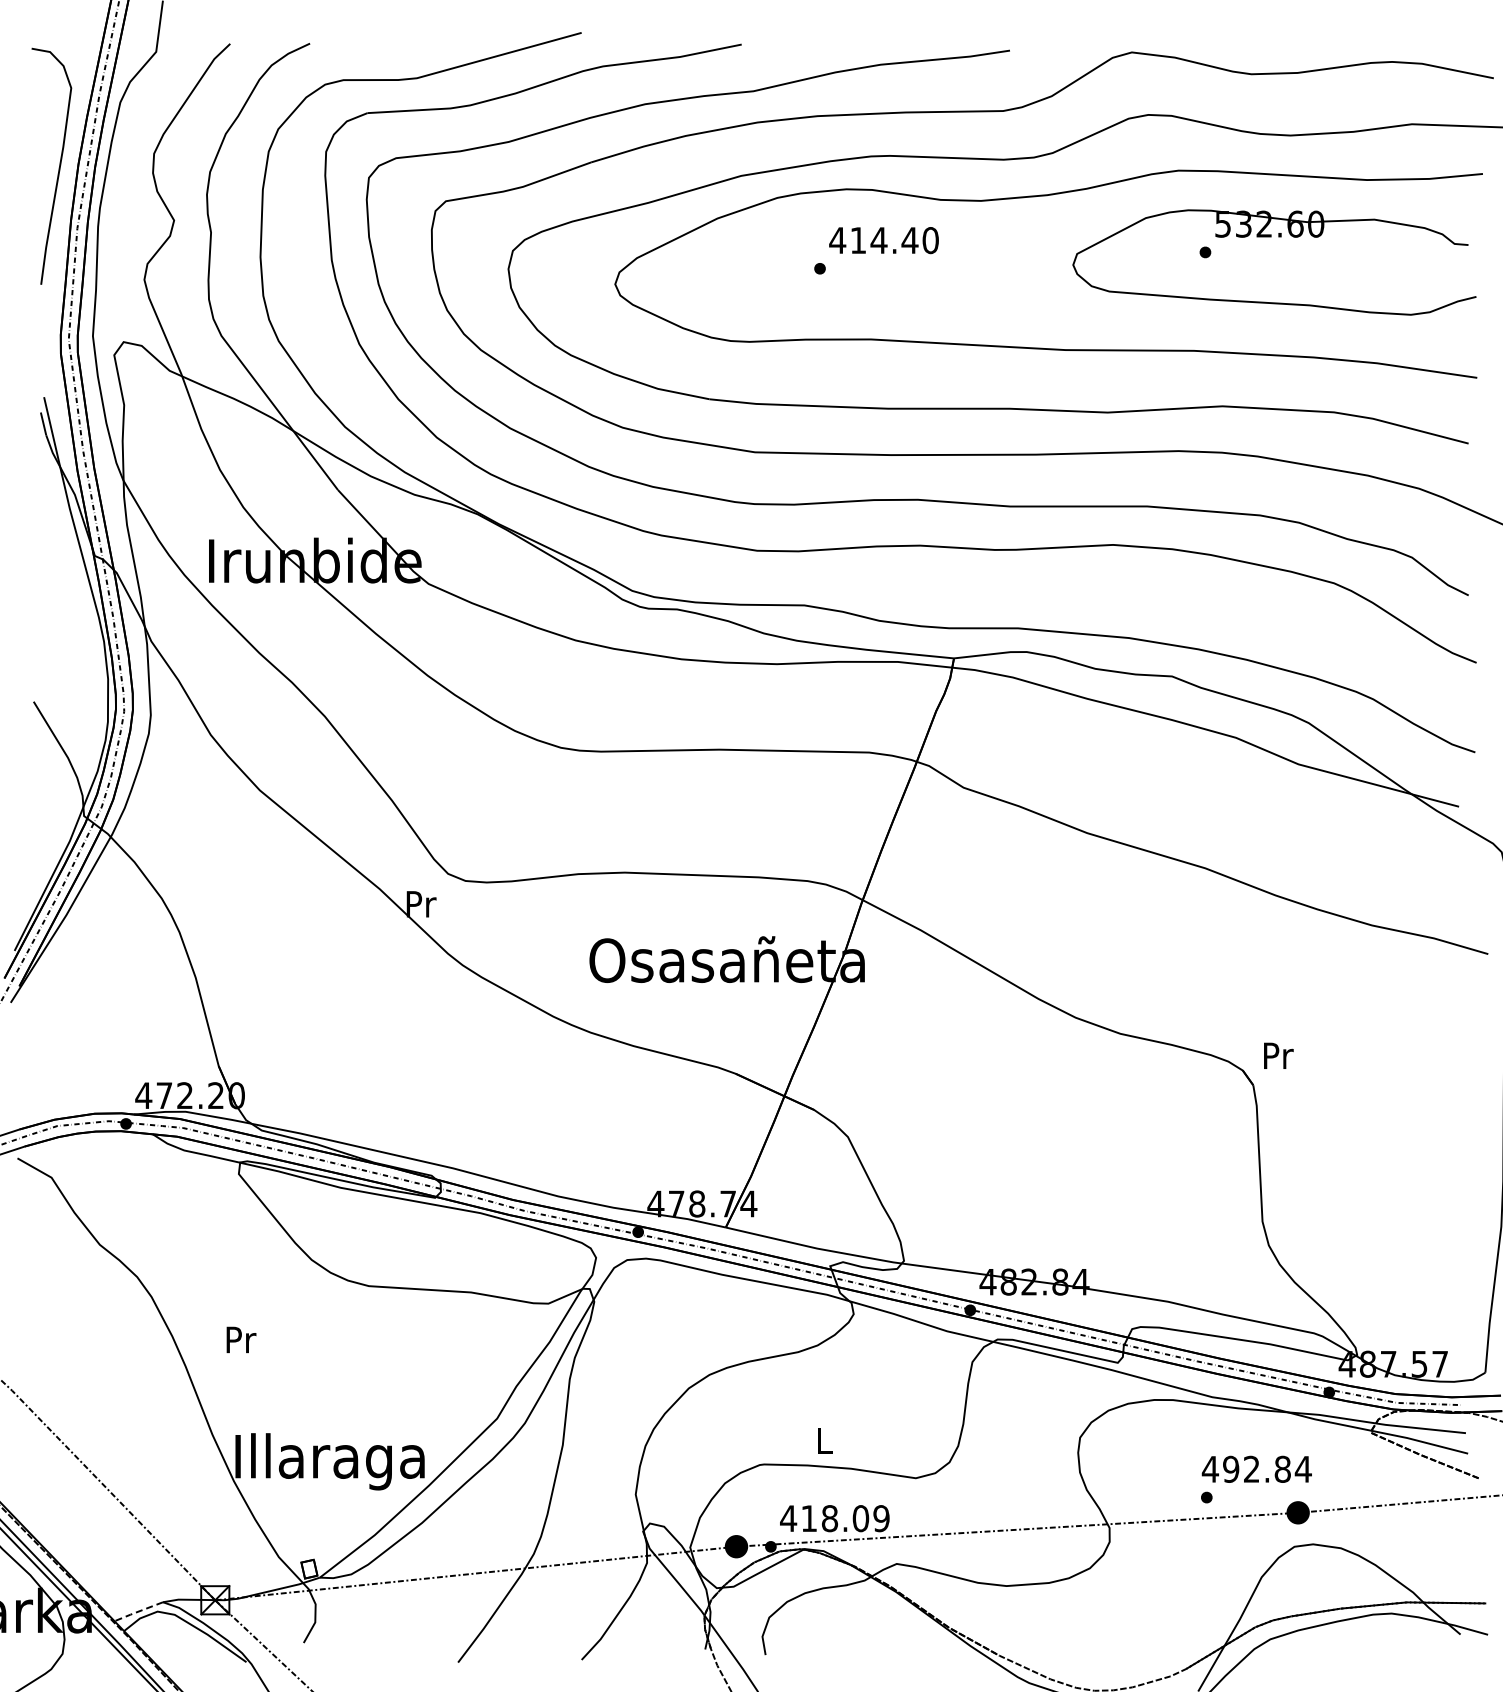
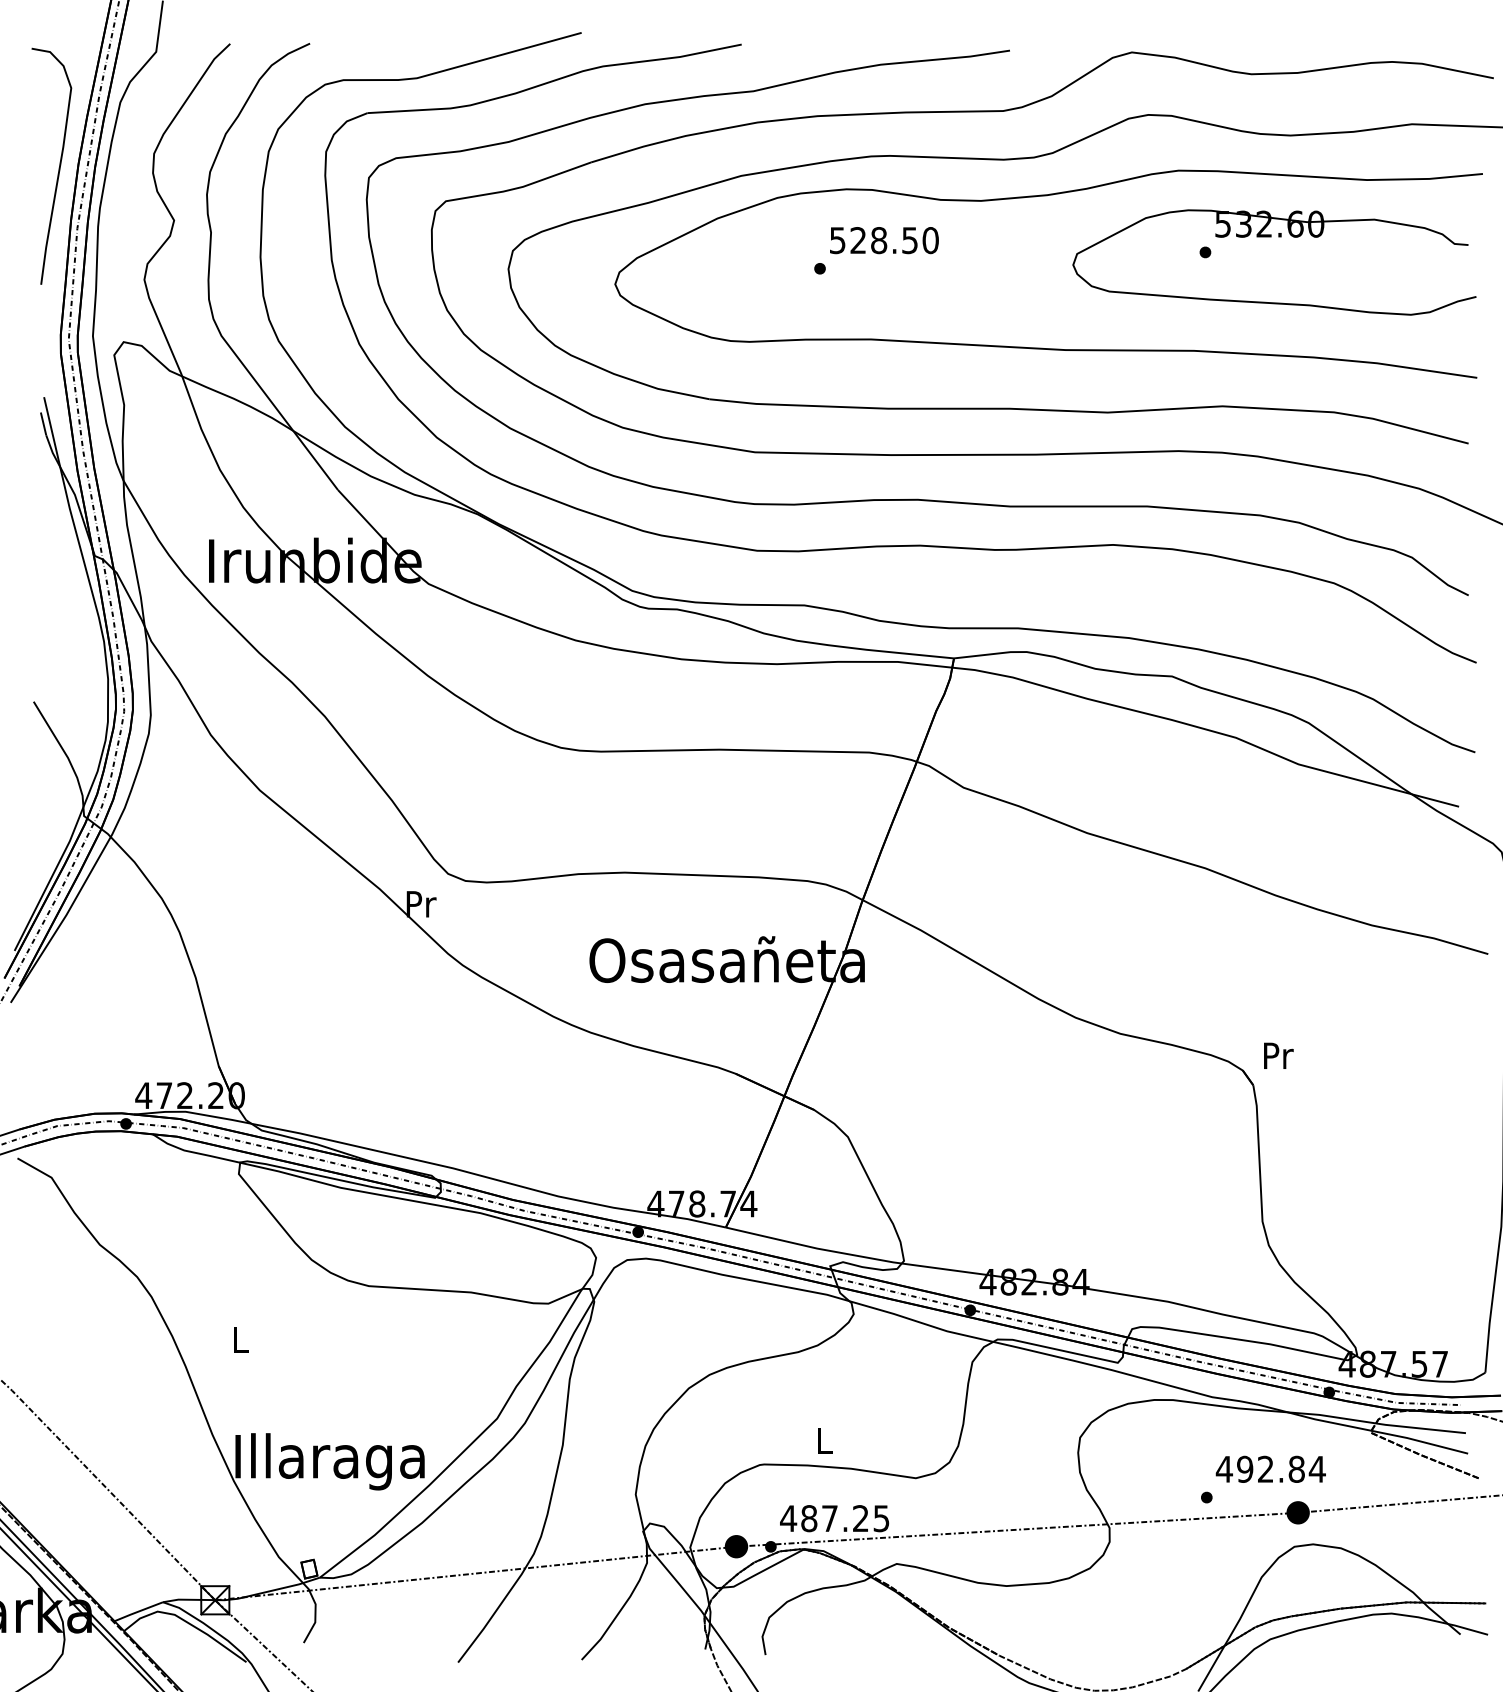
text at (873, 240): 414.40 -> 528.50
text at (241, 1339): Pr -> L
text at (1256, 1468) position: (1256, 1468) -> (1270, 1468)
text at (845, 1518): 418.09 -> 487.25
line at (137, 1611): dashed -> solid
